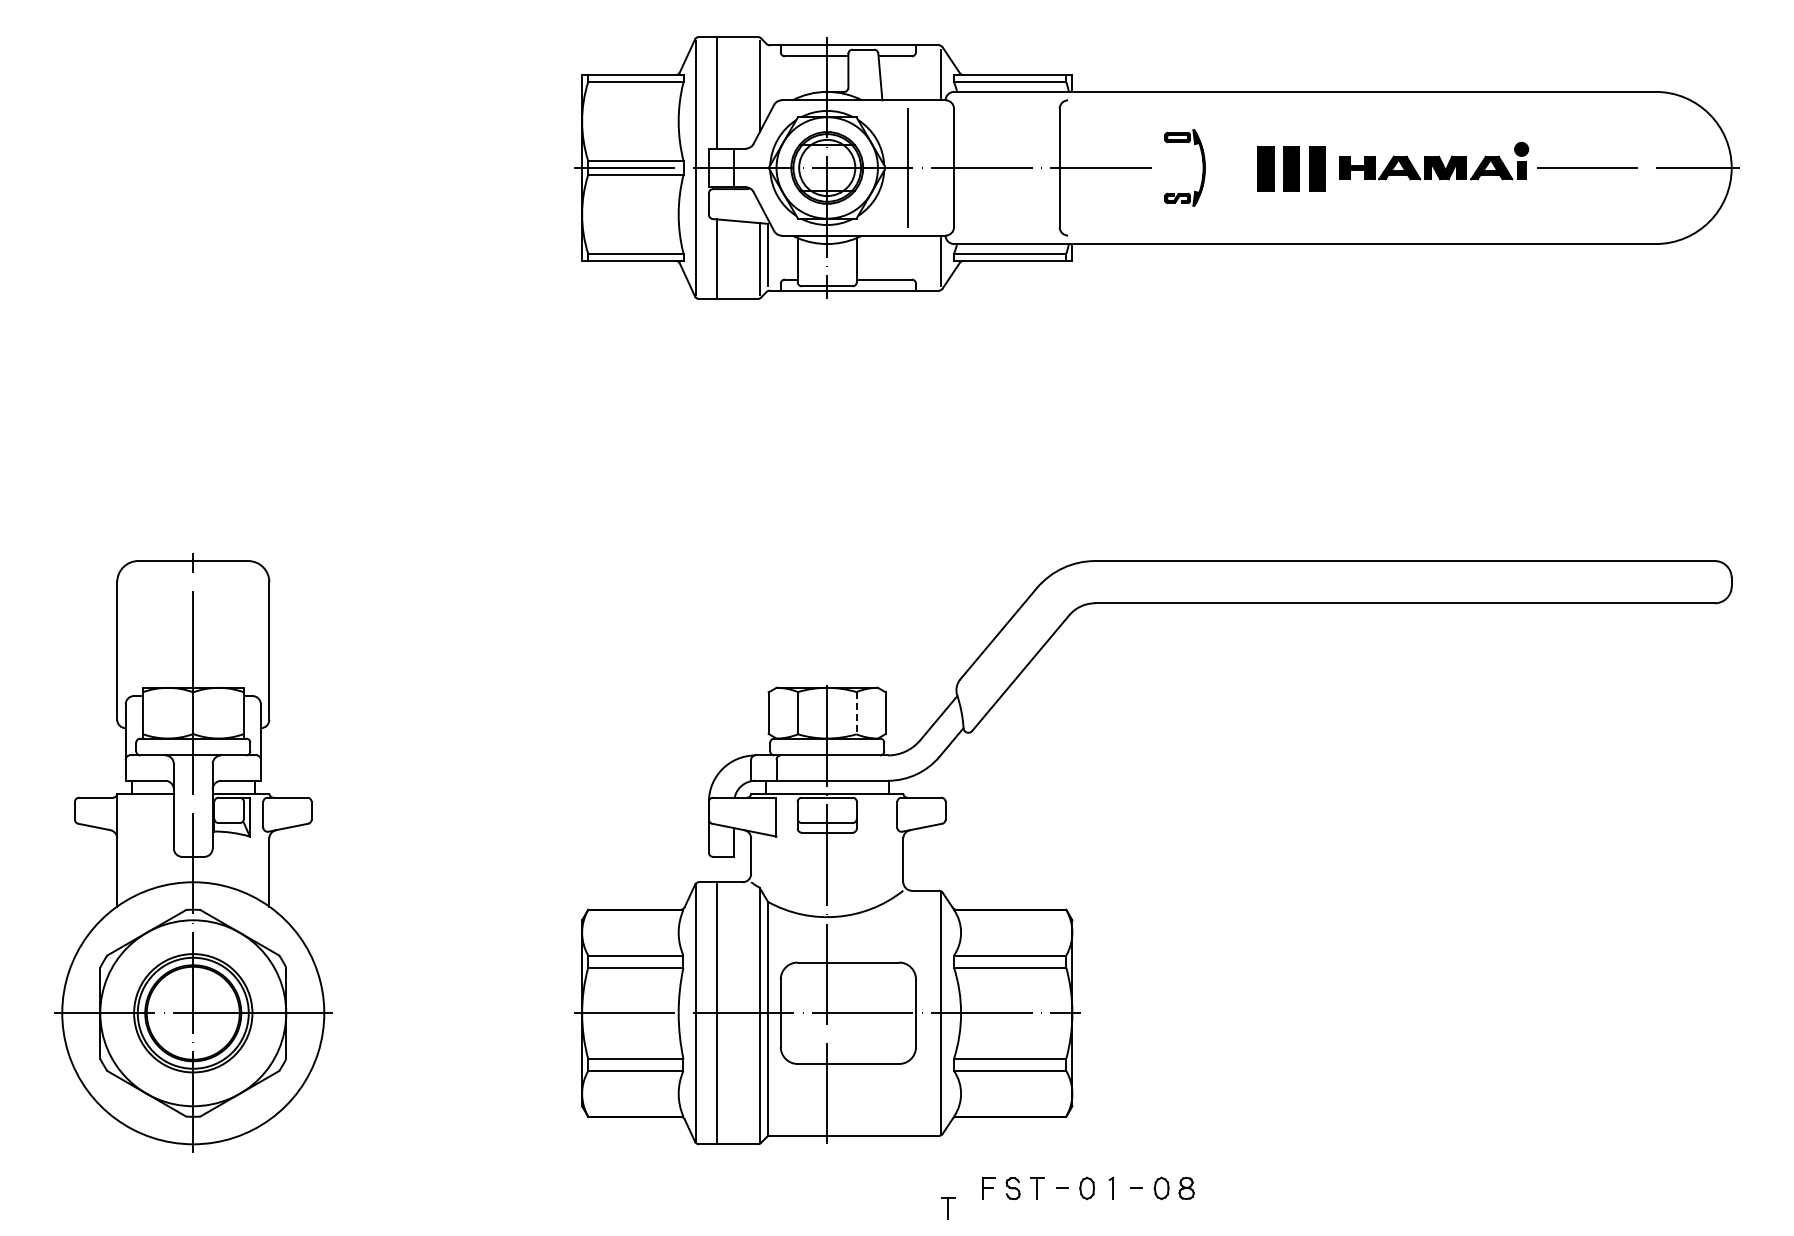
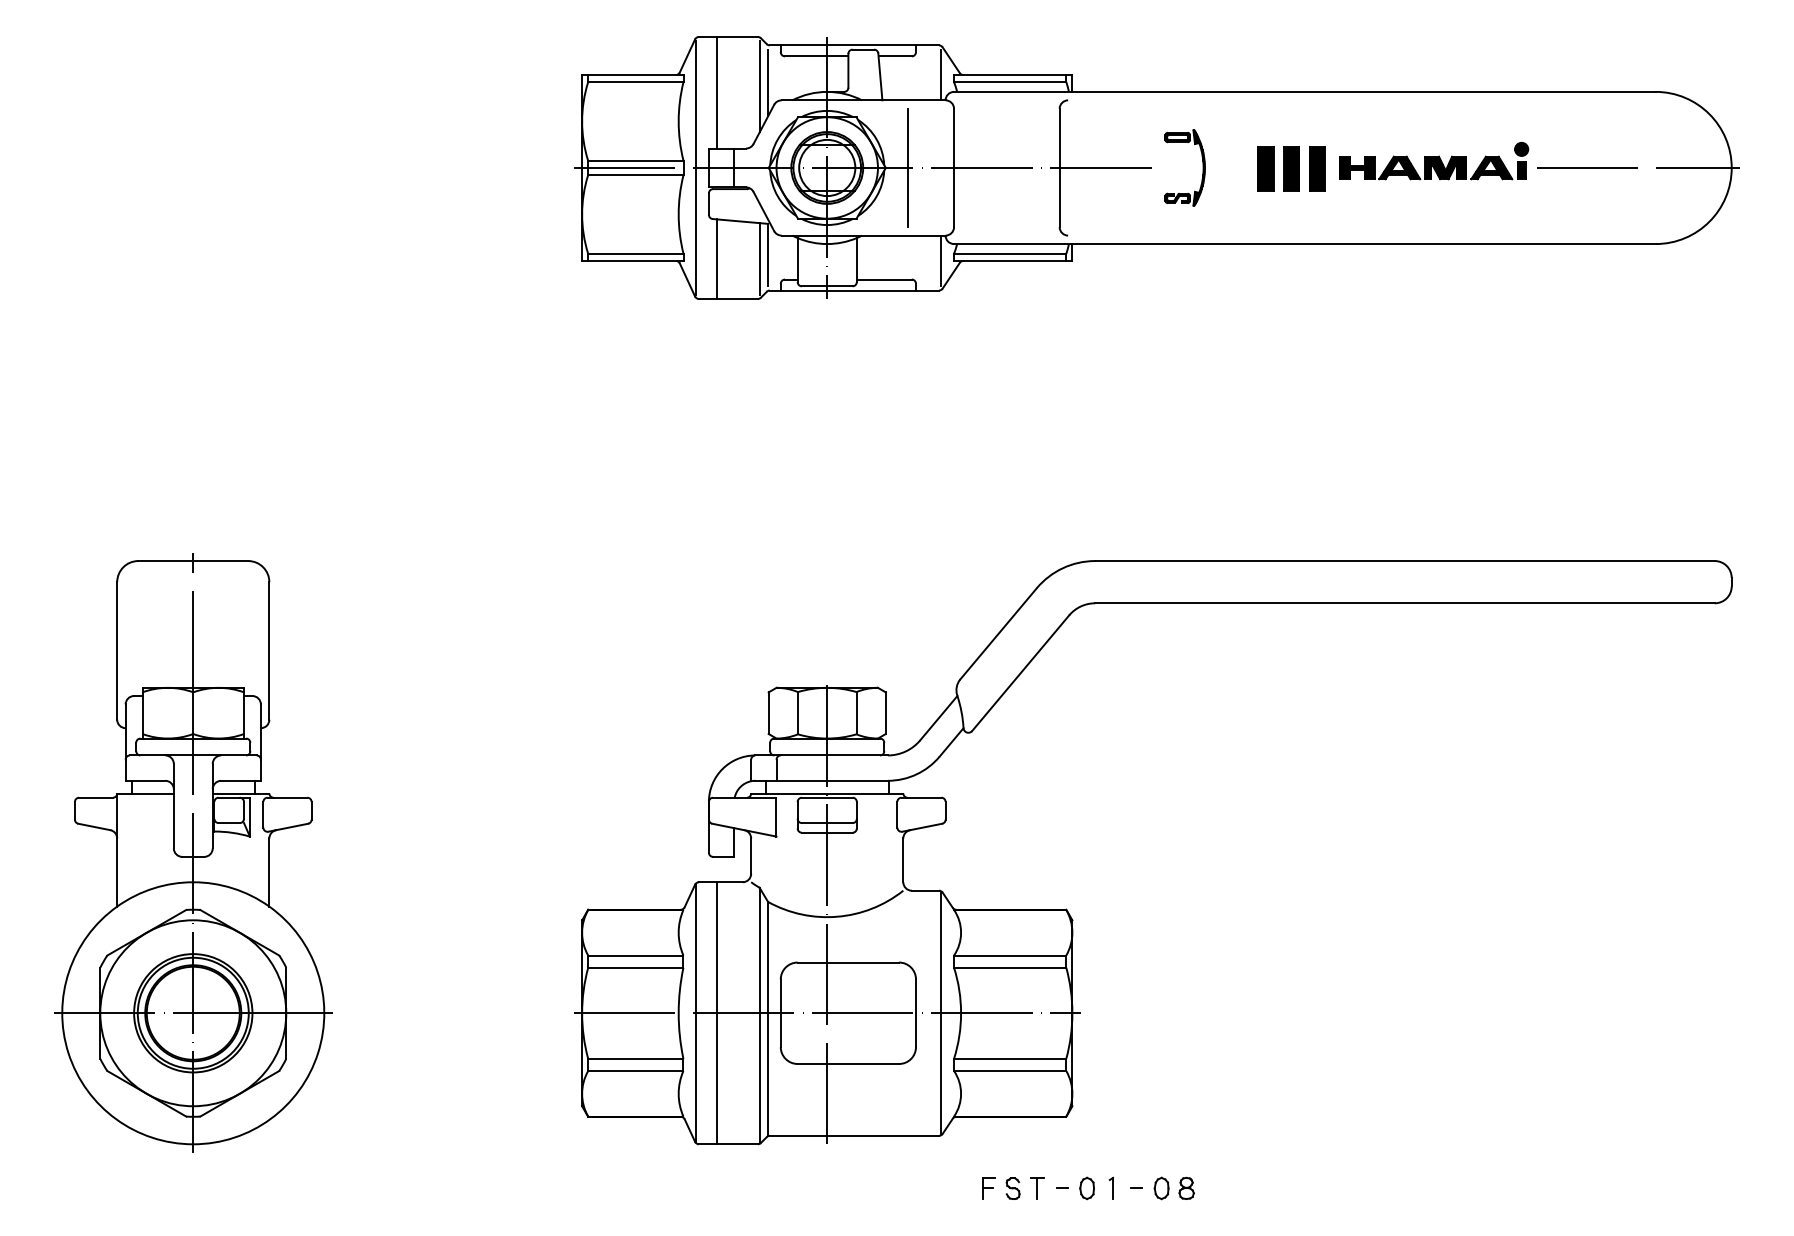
line at (768, 82): none -> present
line at (856, 713): dashed -> solid
part at (948, 1208): present -> none
